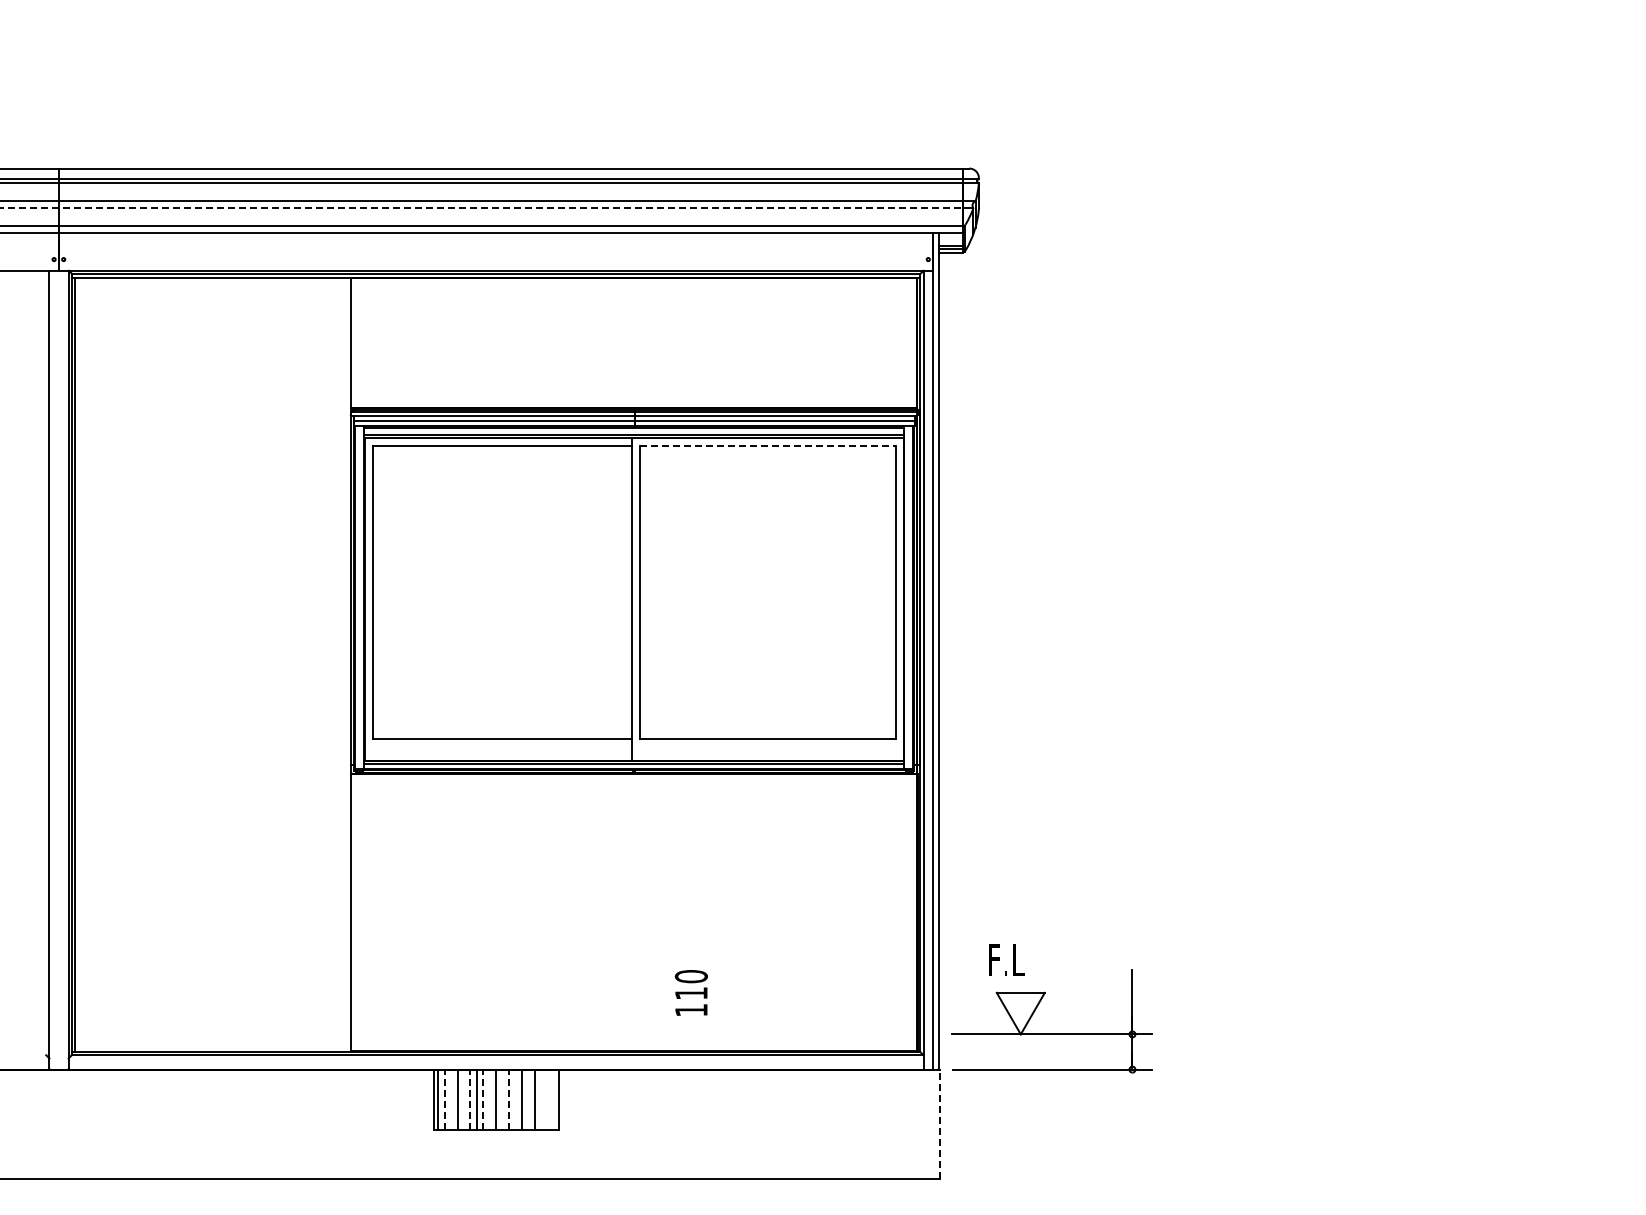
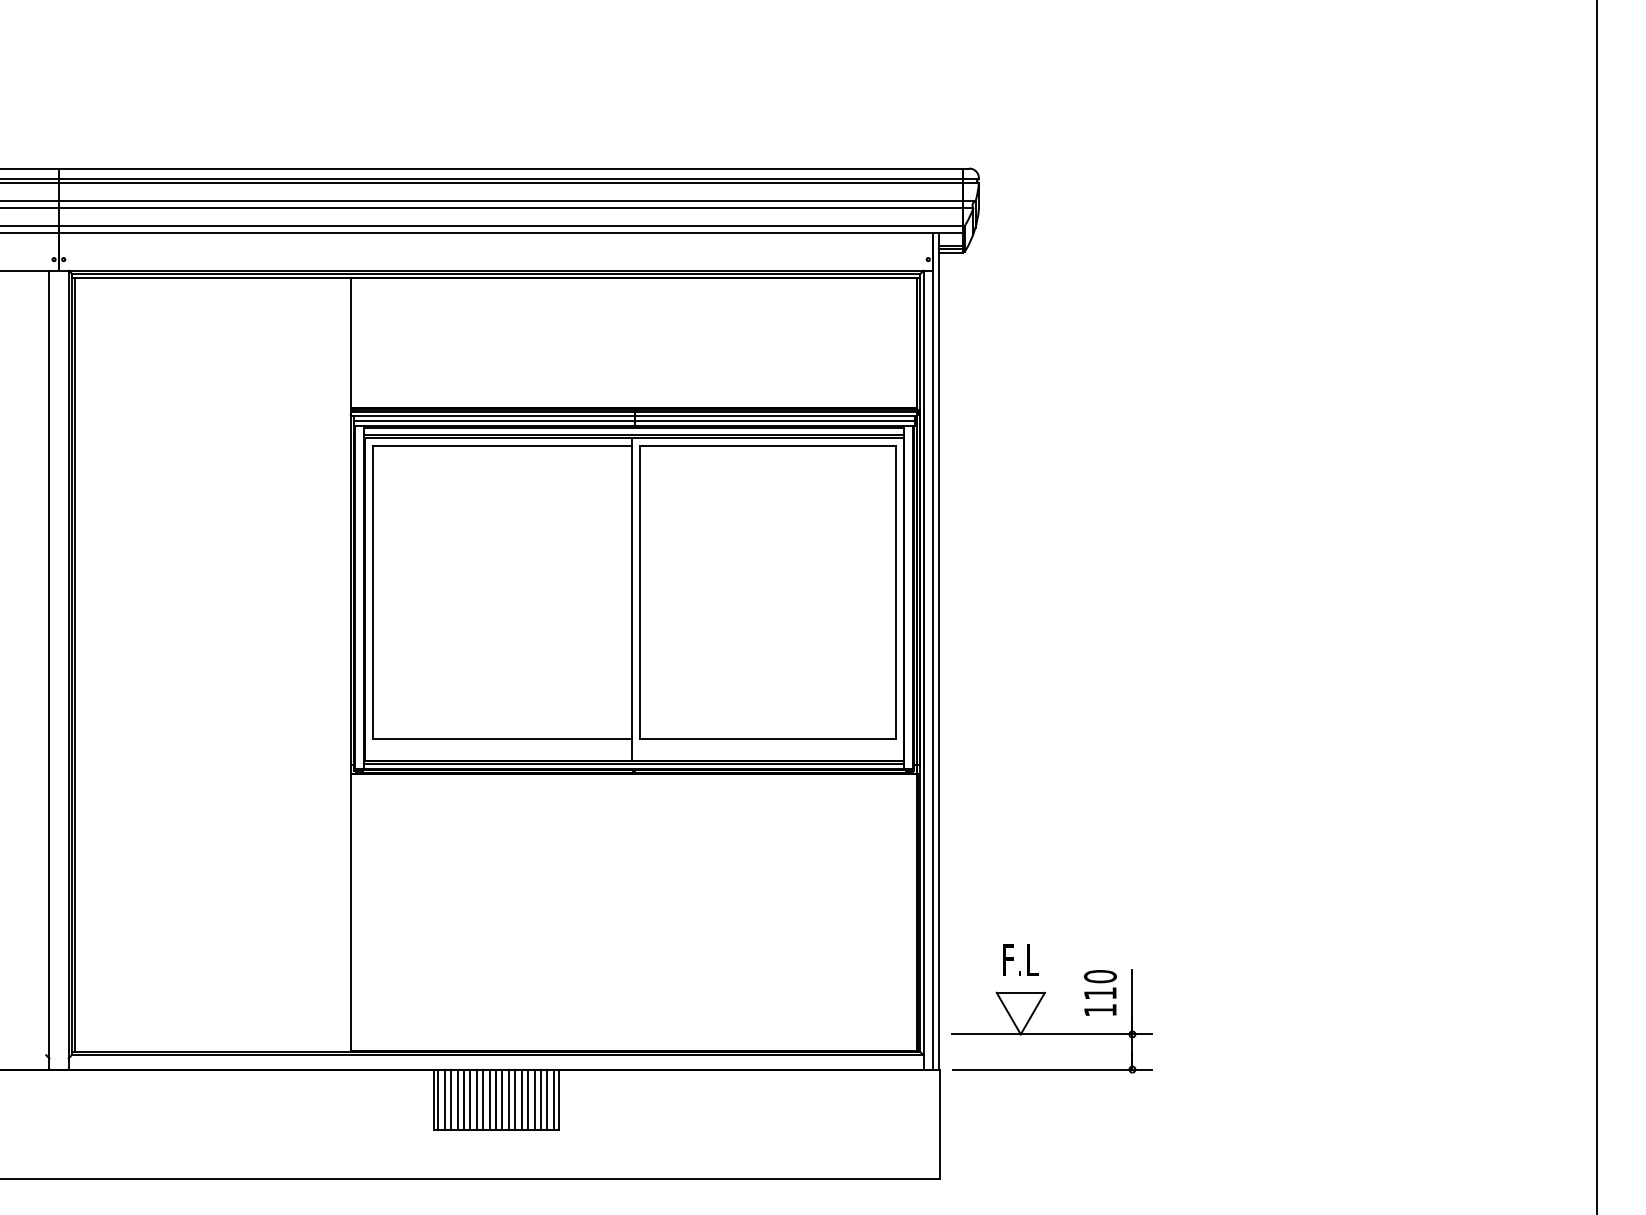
line at (482, 208): dashed -> solid
line at (767, 446): dashed -> solid
line at (1596, 606): none -> present
text at (1006, 959) position: (1006, 959) -> (1020, 959)
text at (691, 992) position: (691, 992) -> (1100, 992)
line at (444, 1099): dashed -> solid
line at (451, 1099): none -> present
line at (464, 1099): none -> present
line at (470, 1099): dashed -> solid
line at (483, 1099): dashed -> solid
line at (489, 1099): none -> present
line at (502, 1099): none -> present
line at (508, 1099): dashed -> solid
line at (515, 1099): none -> present
line at (528, 1099): none -> present
line at (540, 1099): none -> present
line at (547, 1099): none -> present
line at (553, 1099): none -> present
line at (940, 1123): dashed -> solid
